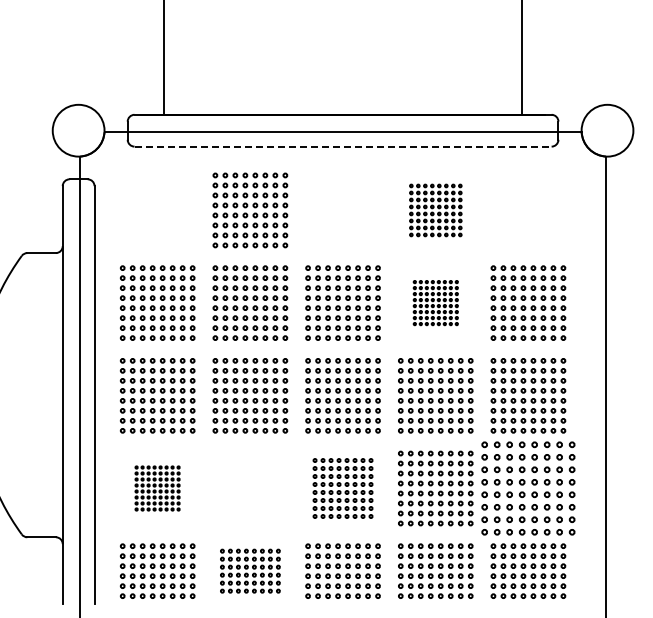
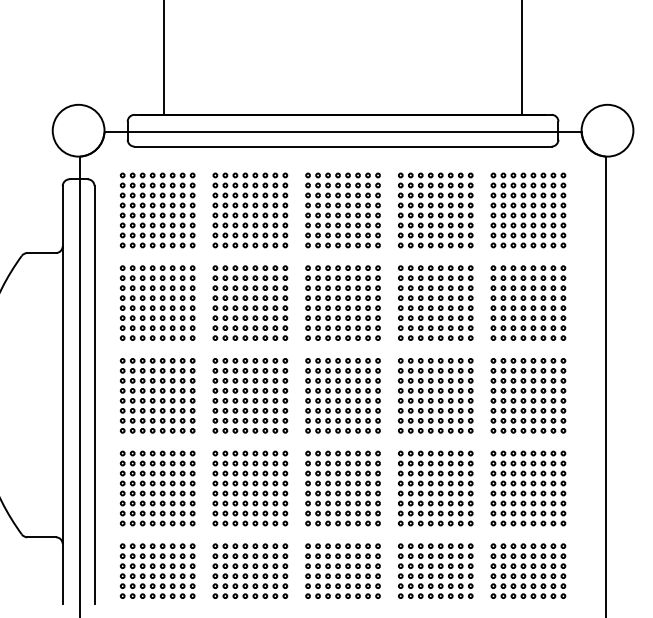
line at (343, 146): dashed -> solid
part at (157, 210): none -> present
part at (342, 210): none -> present
part at (435, 210) size: 54x55 px -> 76x77 px
part at (528, 210): none -> present
part at (435, 303) size: 47x47 px -> 76x76 px
part at (157, 488) size: 47x47 px -> 77x77 px
part at (250, 488): none -> present
part at (342, 488) size: 62x61 px -> 76x77 px
part at (528, 488) size: 95x95 px -> 77x77 px
part at (250, 570) size: 61x46 px -> 77x56 px
